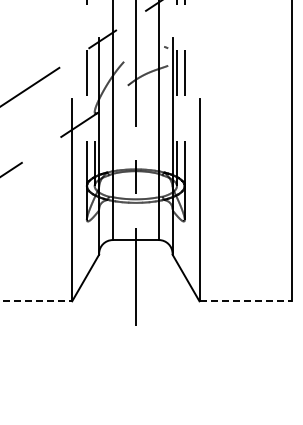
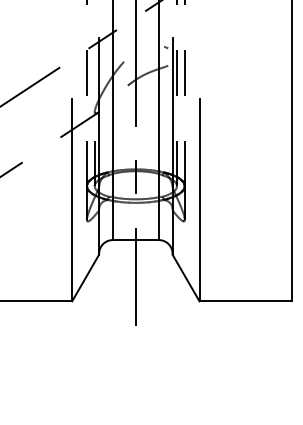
line at (36, 301): dashed -> solid
line at (246, 301): dashed -> solid
